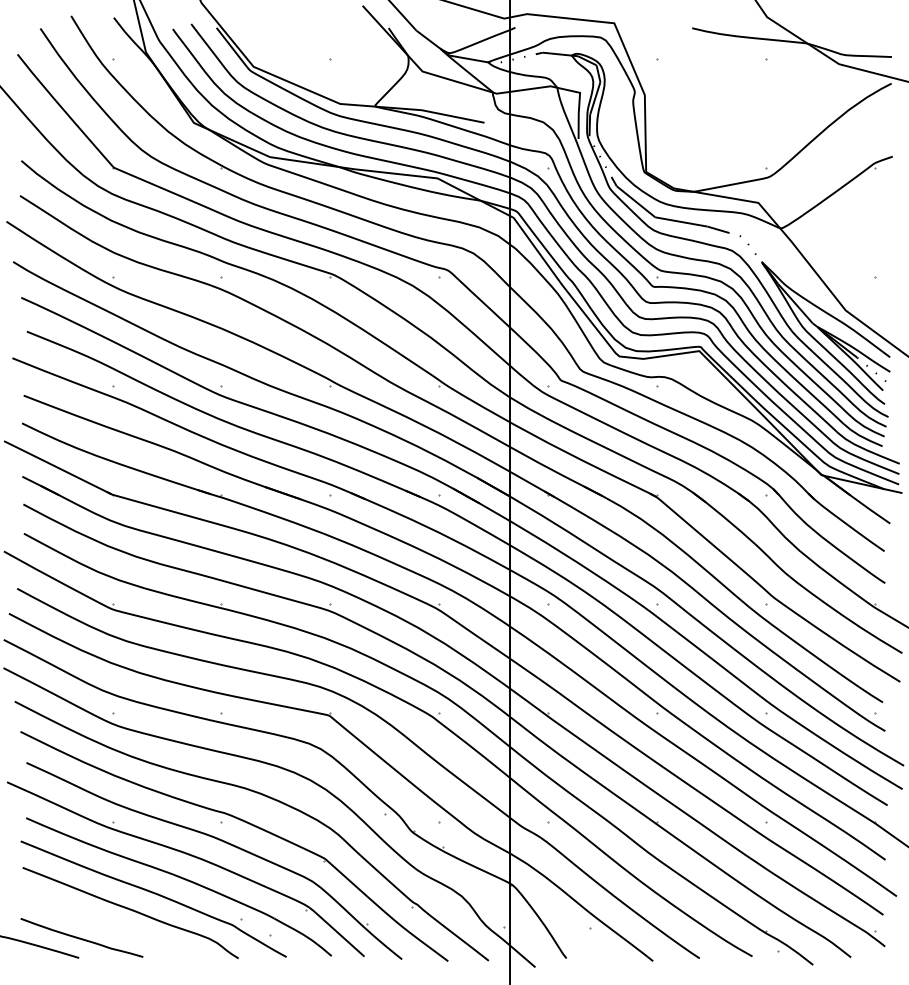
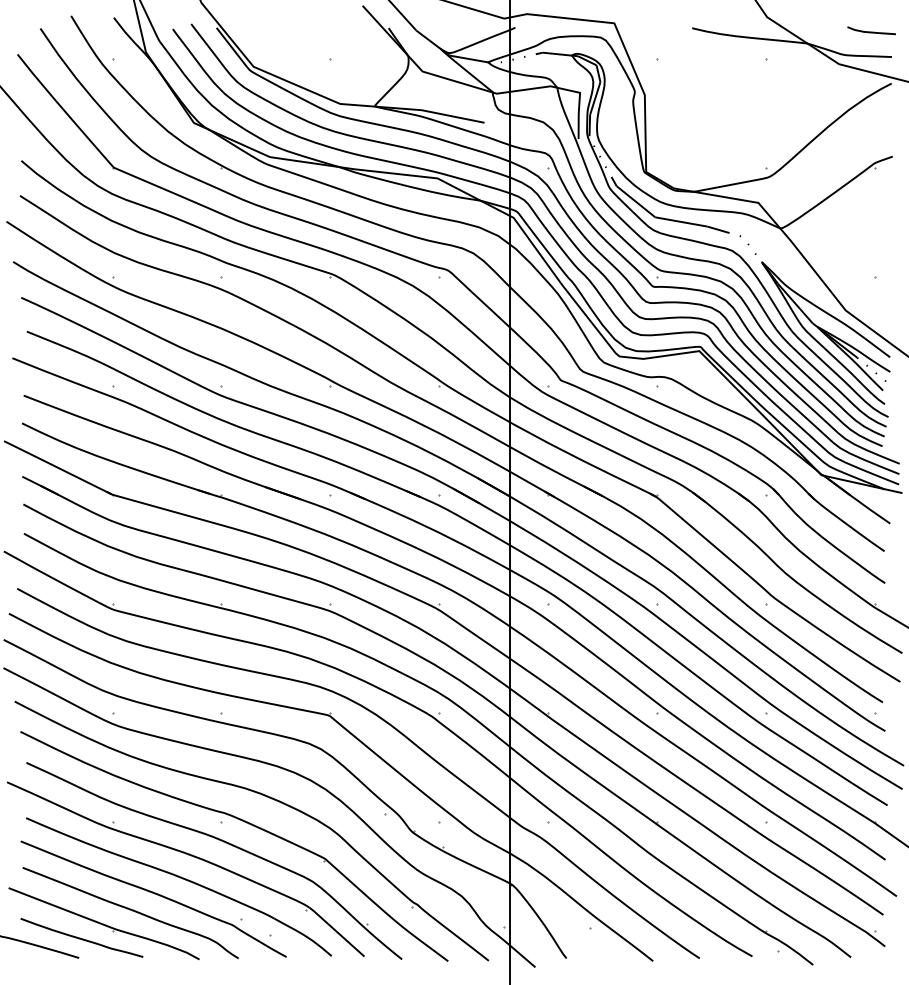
line at (871, 31): none -> present
part at (103, 923): none -> present
